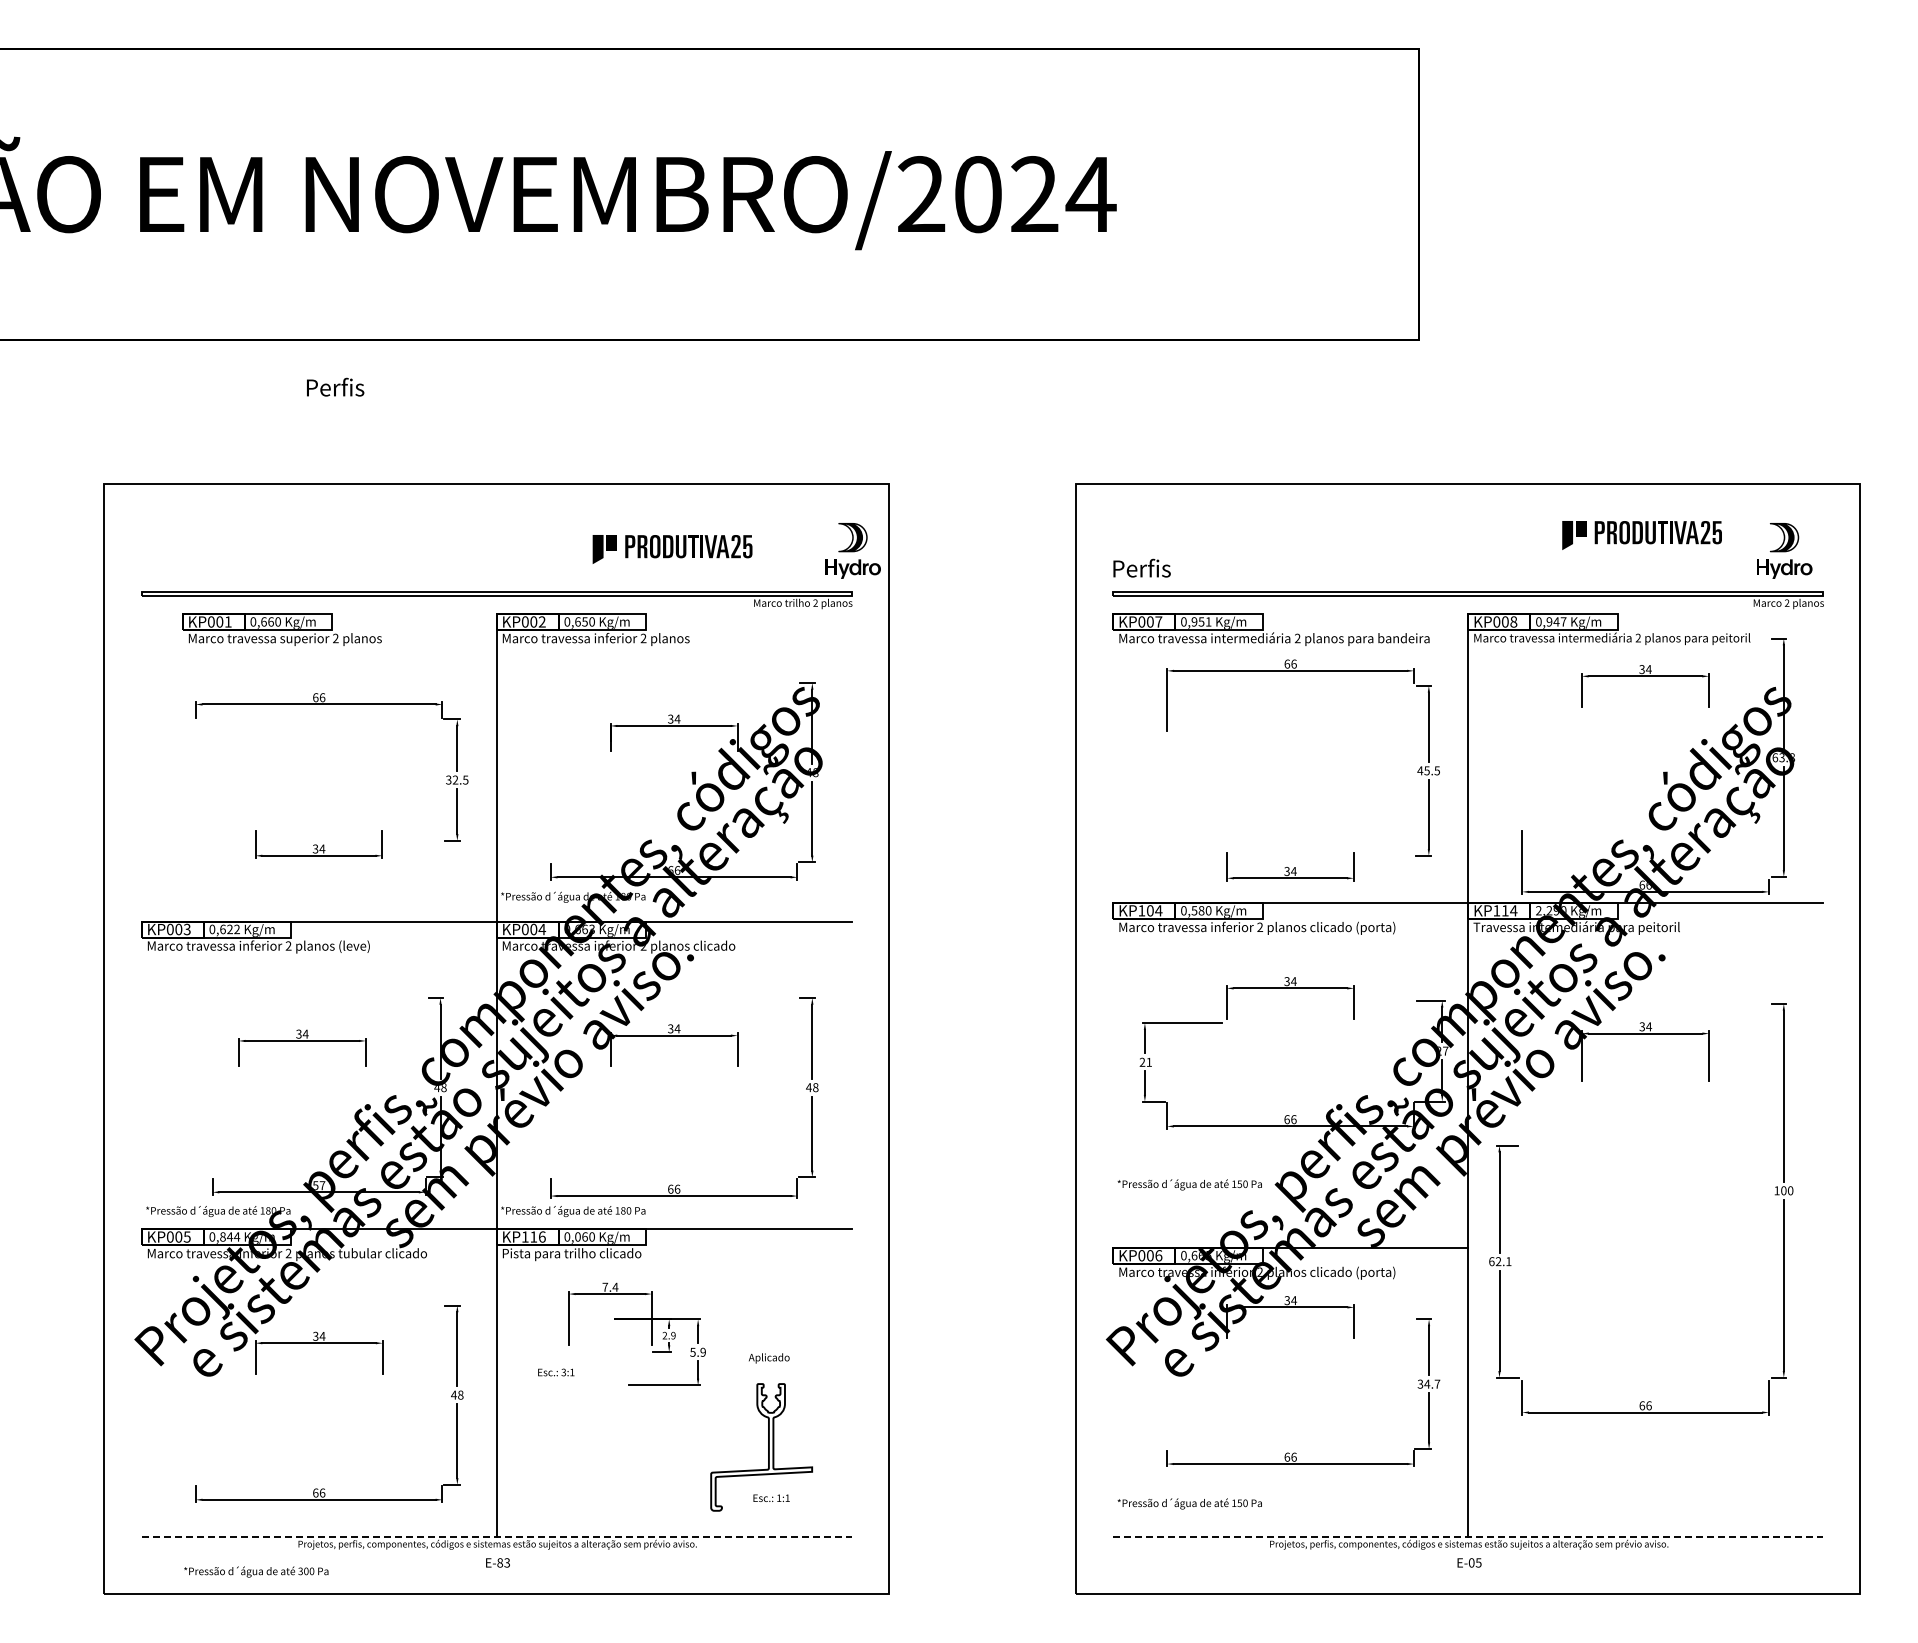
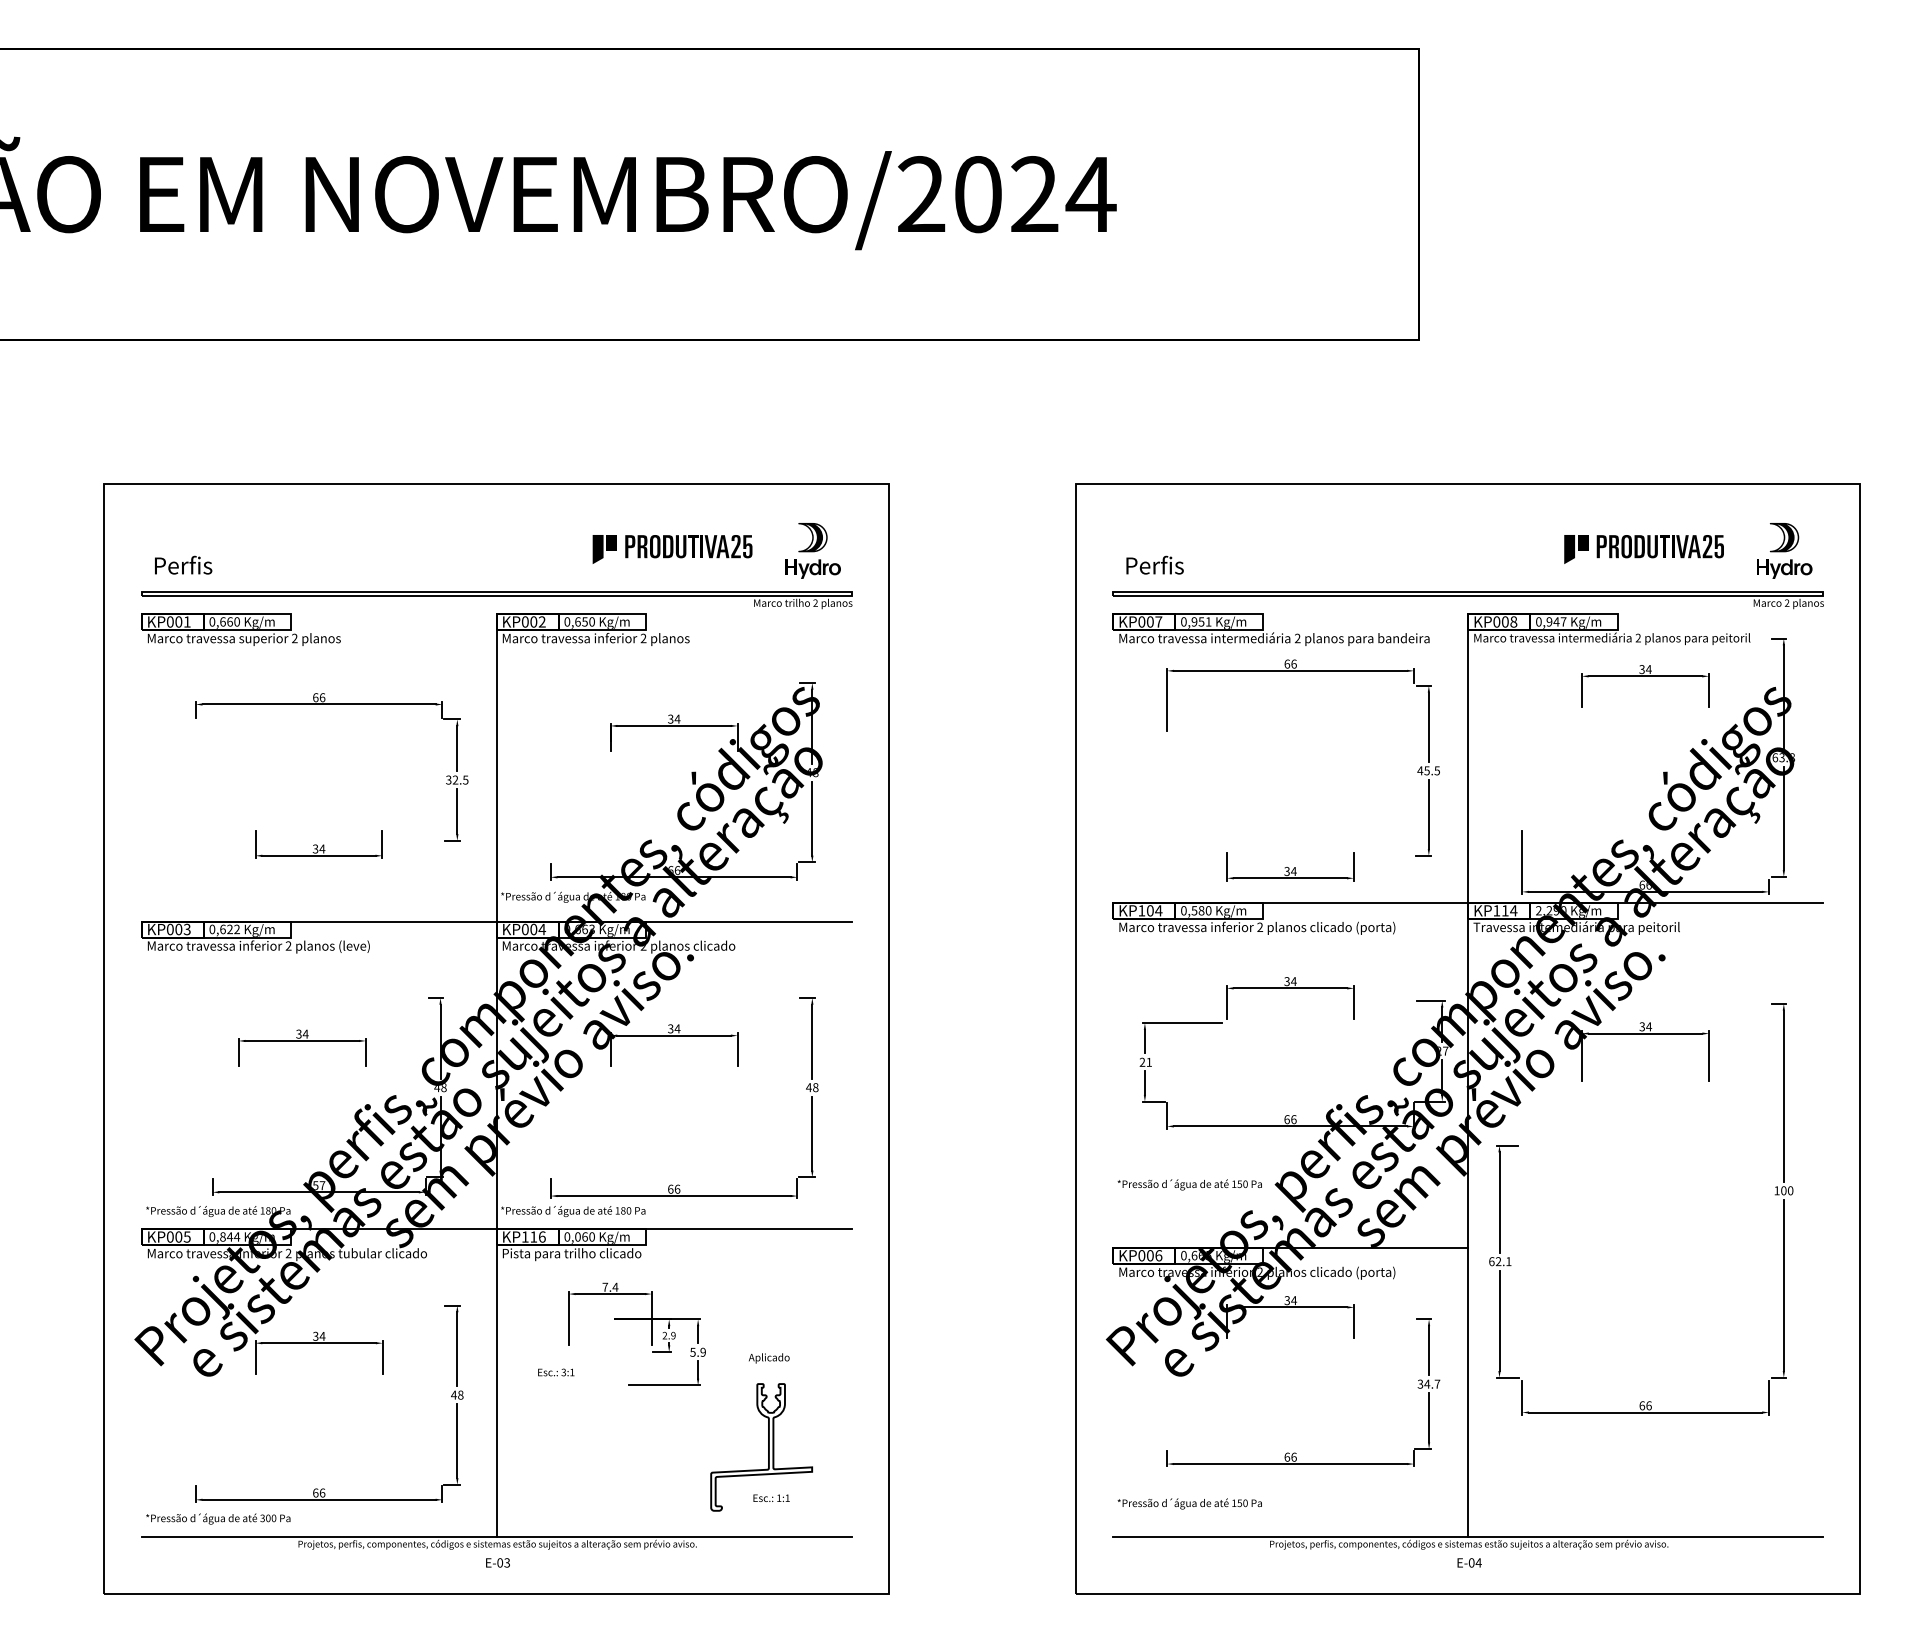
text at (335, 386) position: (335, 386) -> (183, 564)
part at (1641, 535) position: (1641, 535) -> (1643, 549)
part at (852, 550) position: (852, 550) -> (812, 550)
text at (1141, 567) position: (1141, 567) -> (1154, 564)
part at (281, 629) position: (281, 629) -> (240, 629)
line at (496, 1536): dashed -> solid
line at (1468, 1536): dashed -> solid
text at (1478, 1562): E-05 -> E-04
text at (500, 1563): E-83 -> E-03
text at (256, 1571) position: (256, 1571) -> (218, 1518)
